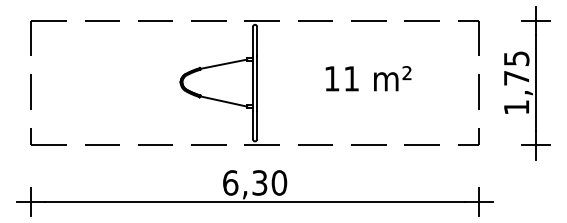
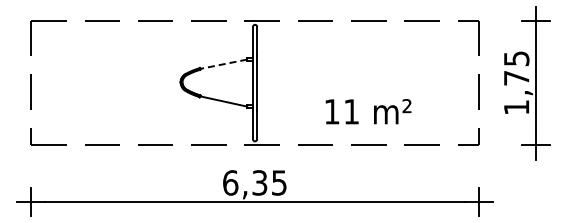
line at (223, 64): solid -> dashed
text at (368, 78) position: (368, 78) -> (368, 111)
text at (279, 182): 6,30 -> 6,35
